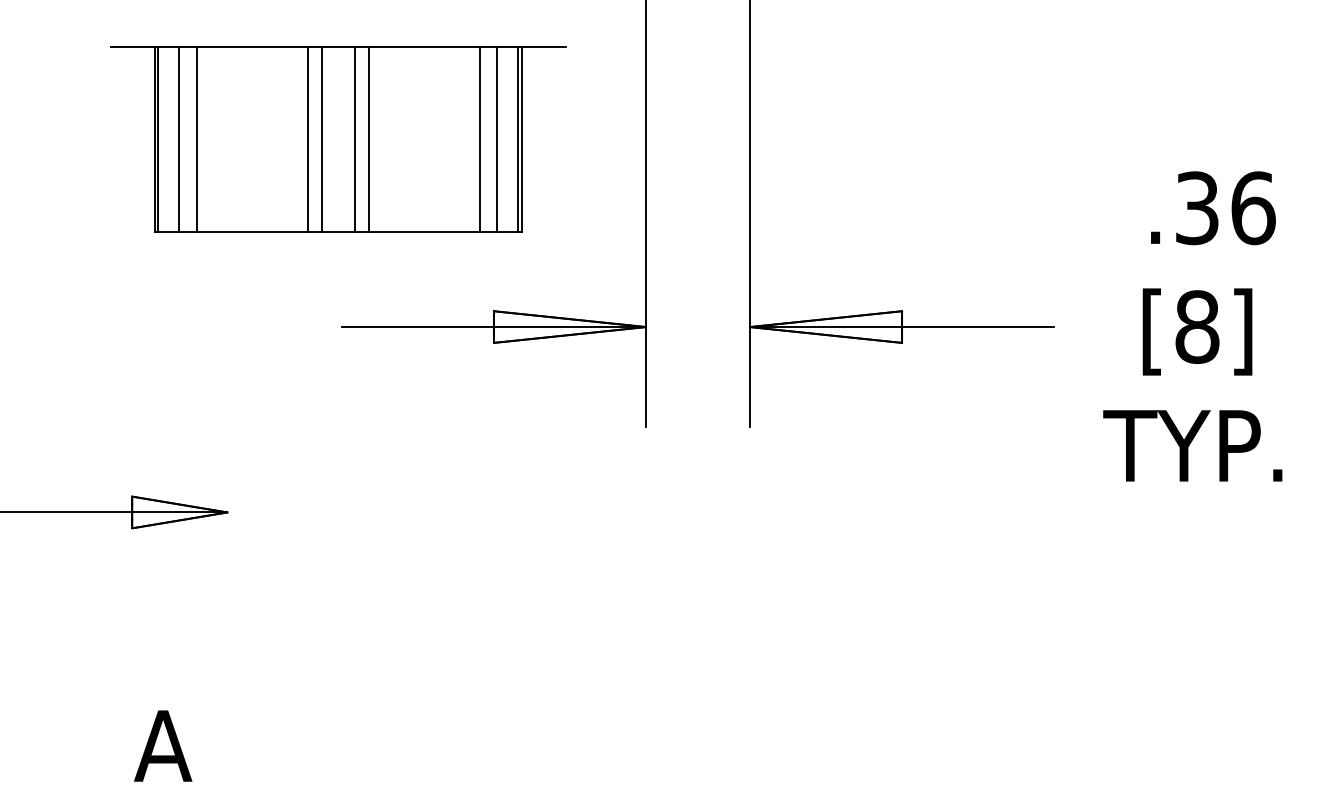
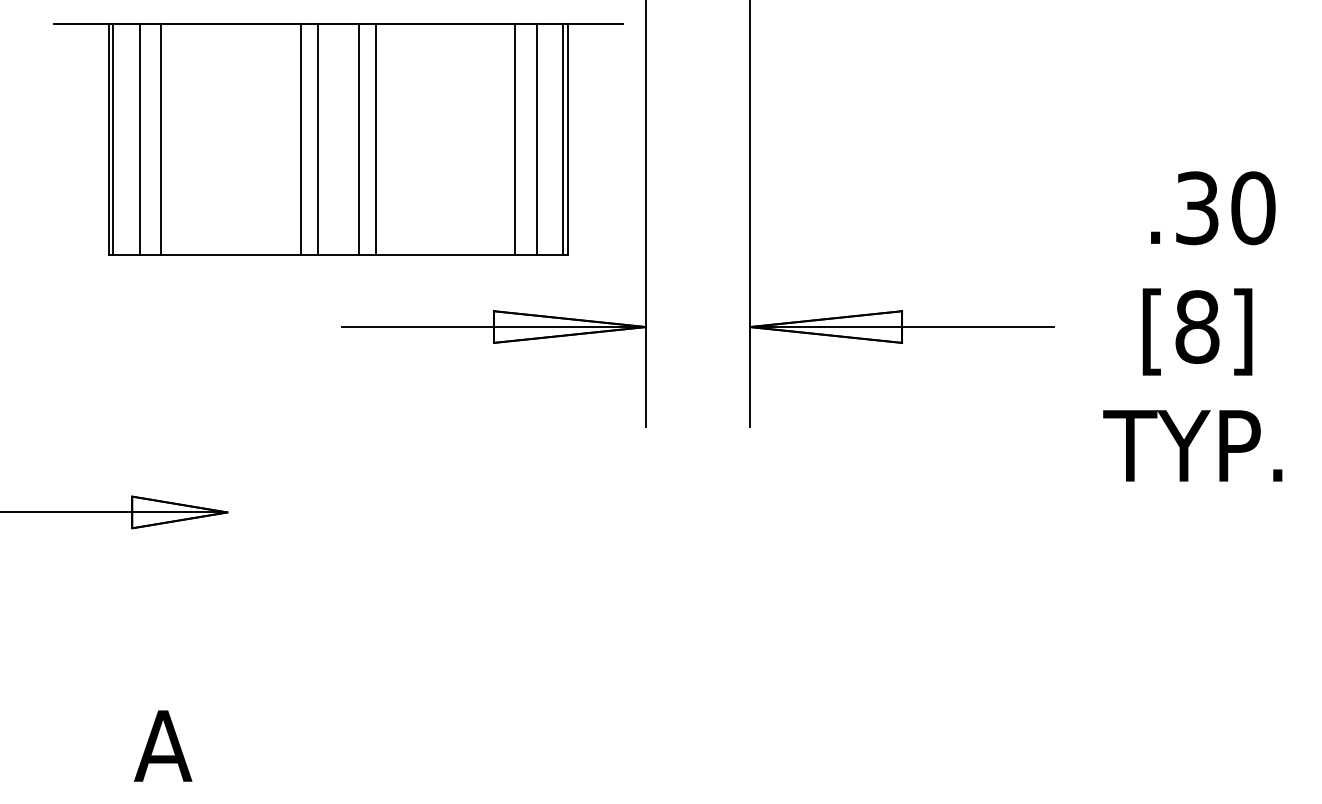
part at (338, 139) size: 457x187 px -> 571x233 px
text at (1253, 208): .36 -> .30
